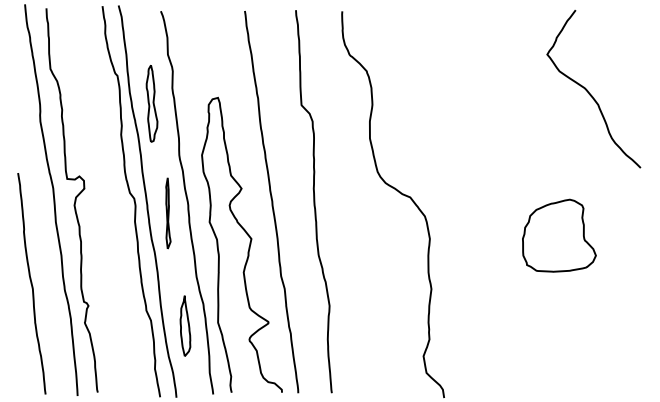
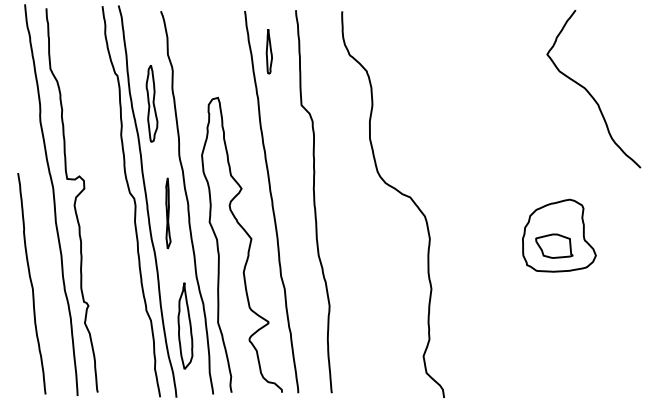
part at (268, 51): none -> present
part at (554, 245): none -> present
part at (185, 325) size: 13x62 px -> 17x88 px
